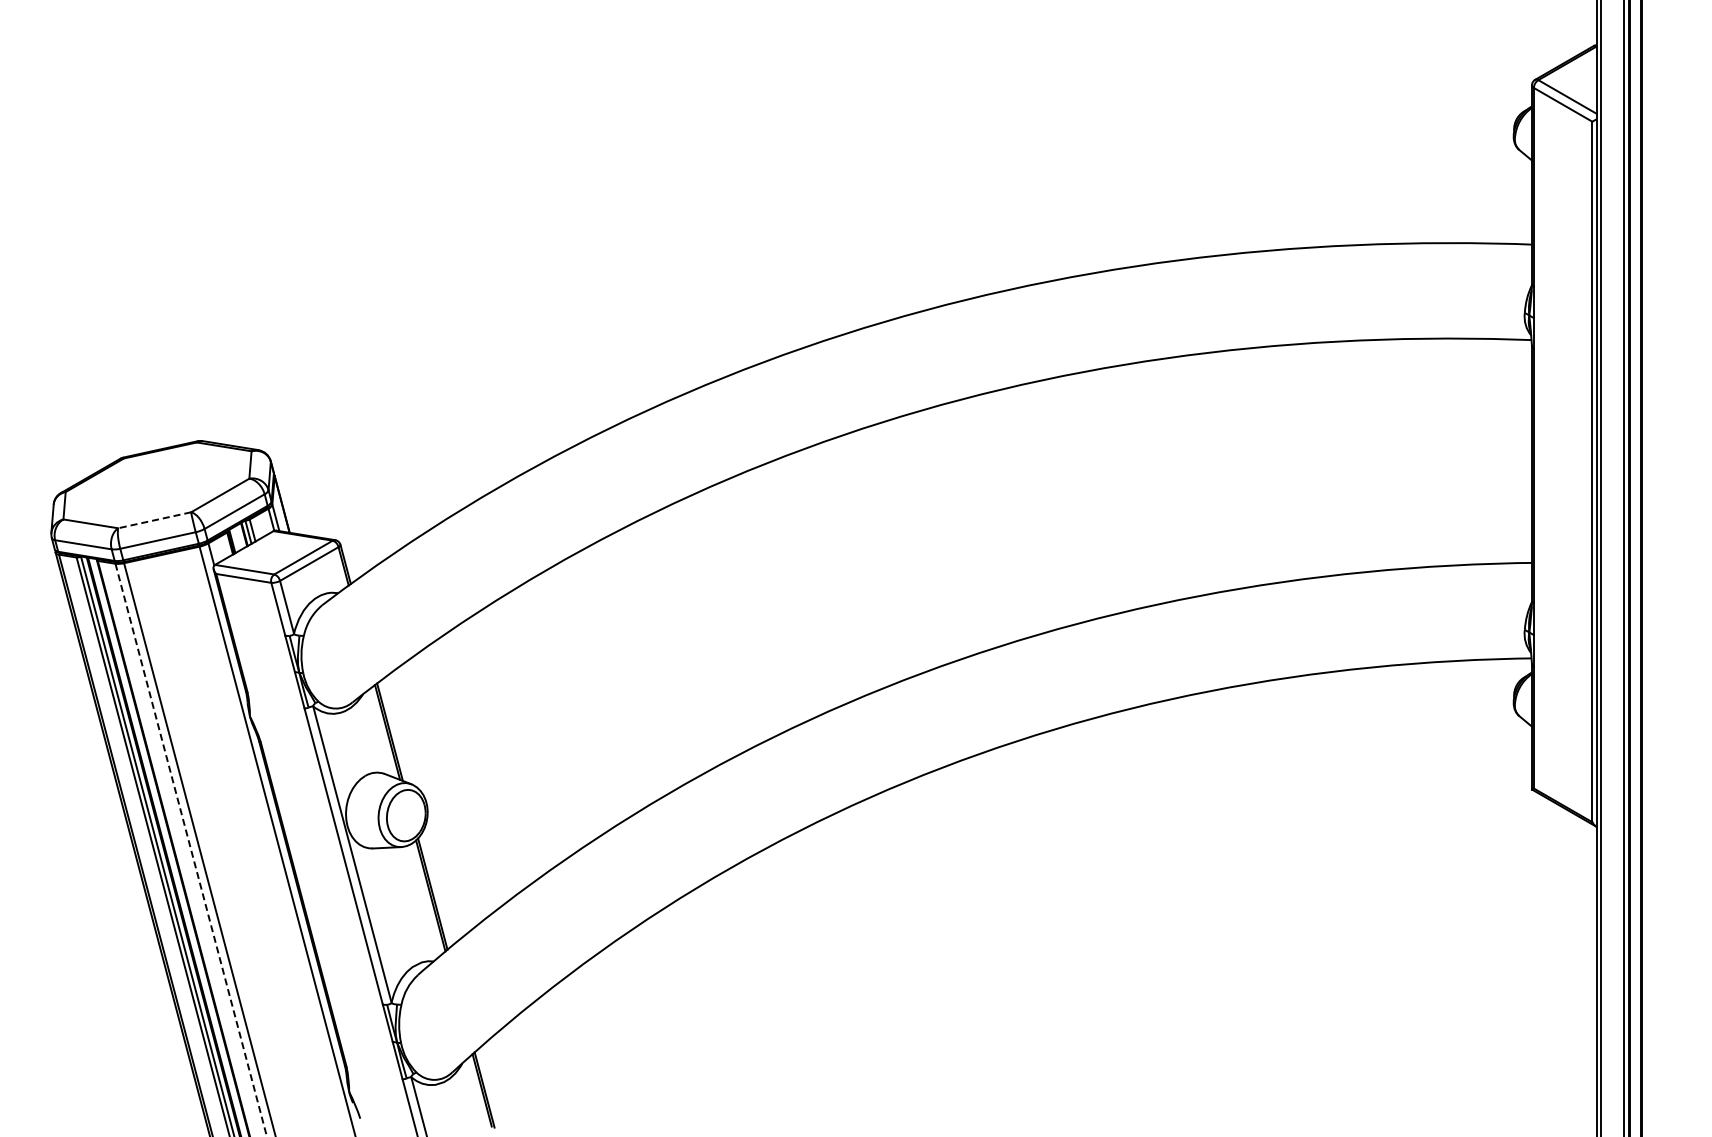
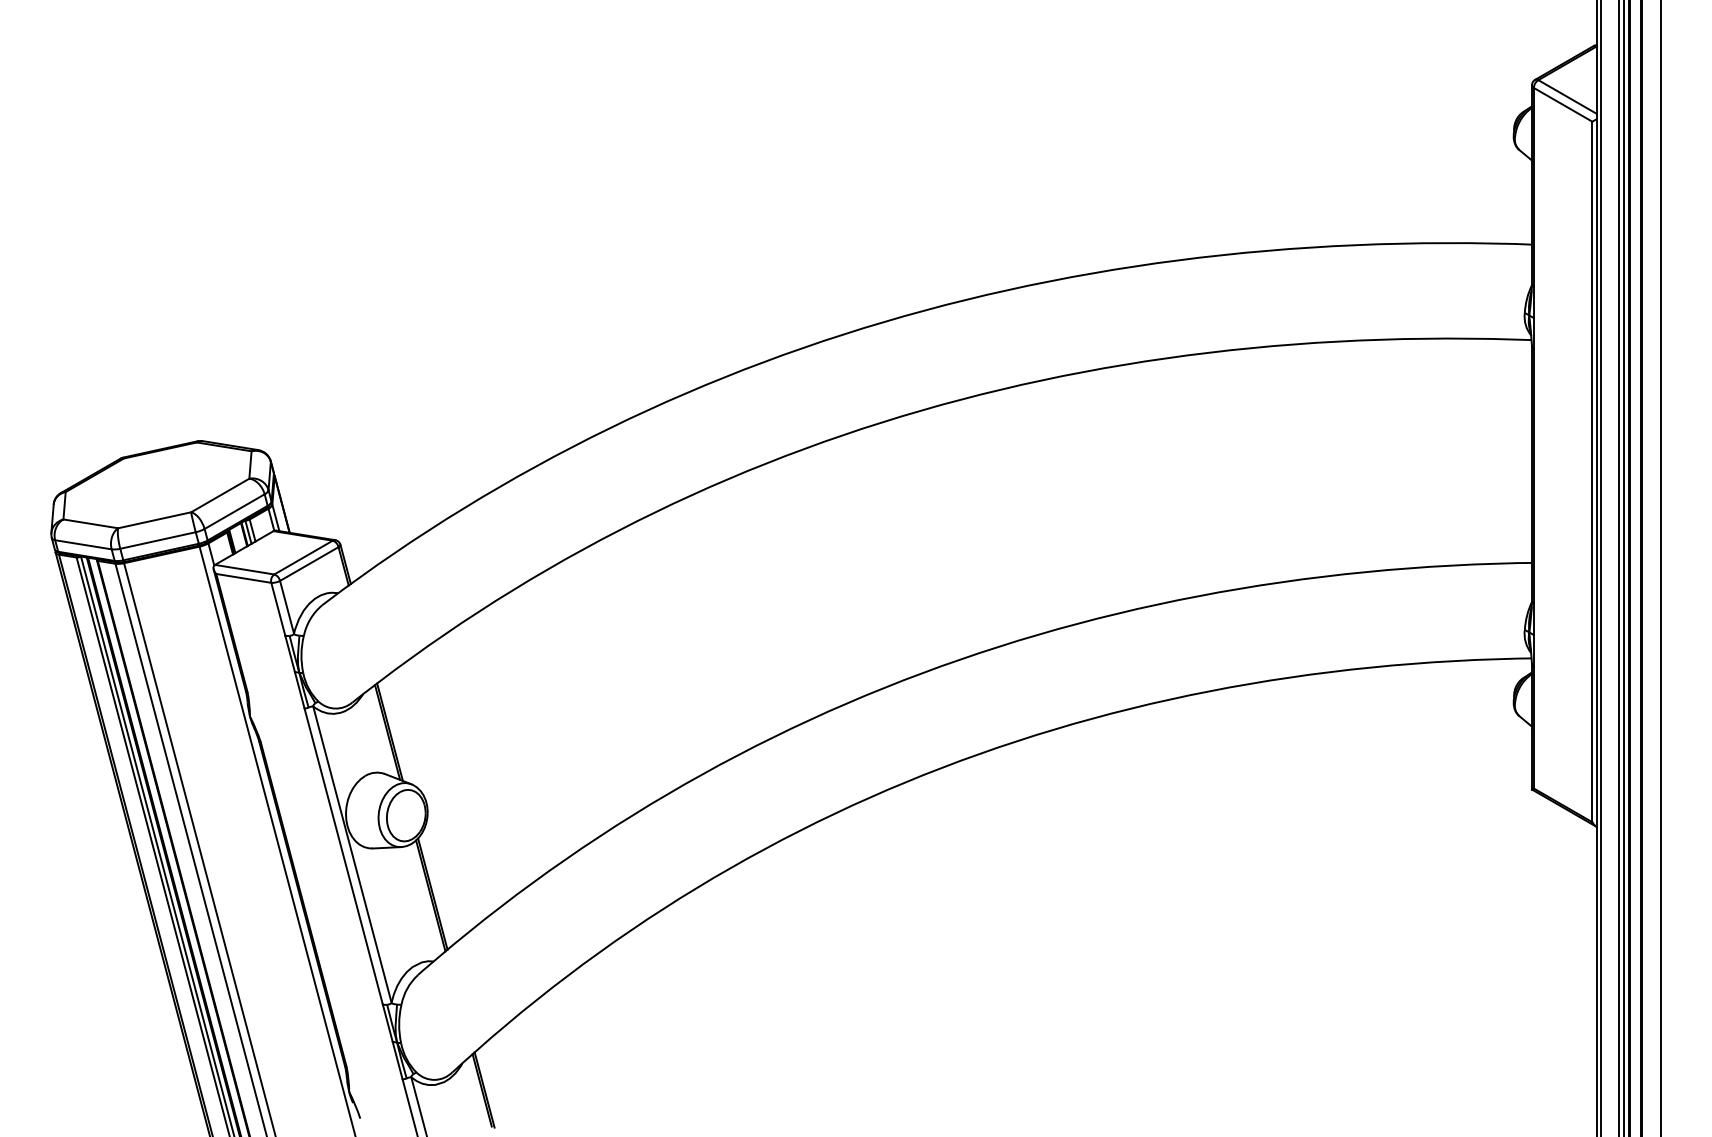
line at (154, 520): dashed -> solid
line at (1619, 567): none -> present
line at (1660, 567): none -> present
line at (191, 850): dashed -> solid
